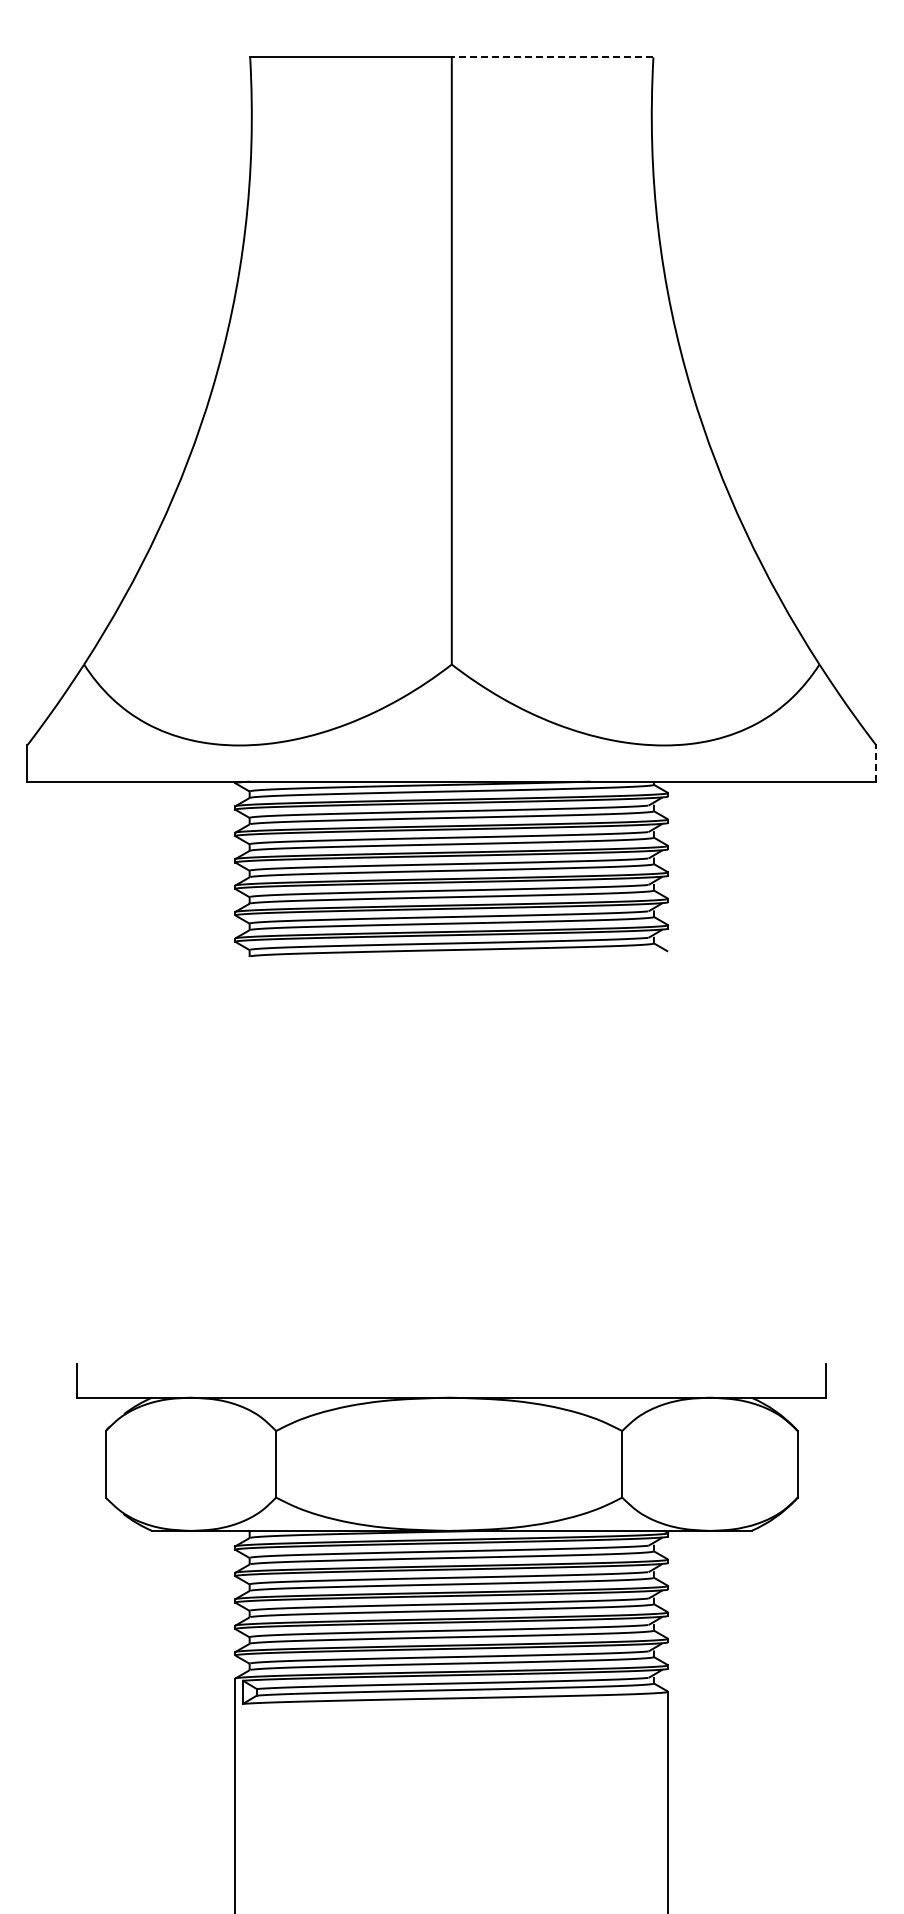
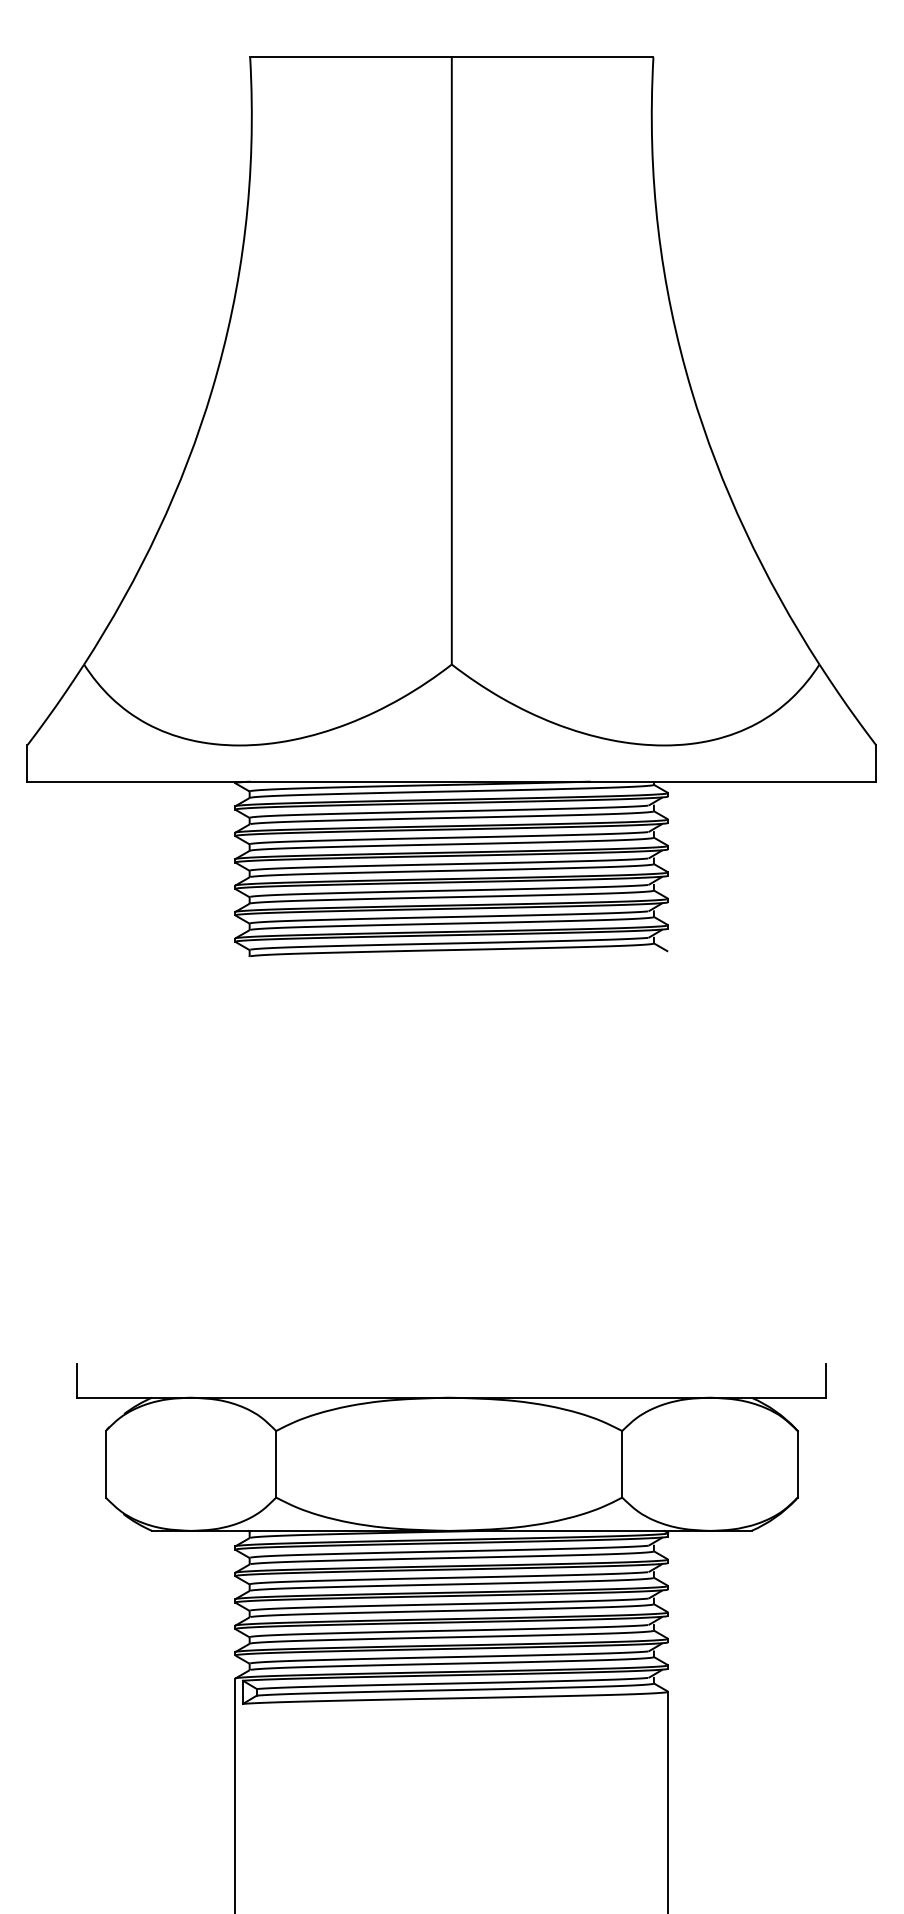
line at (552, 57): dashed -> solid
line at (876, 762): dashed -> solid
